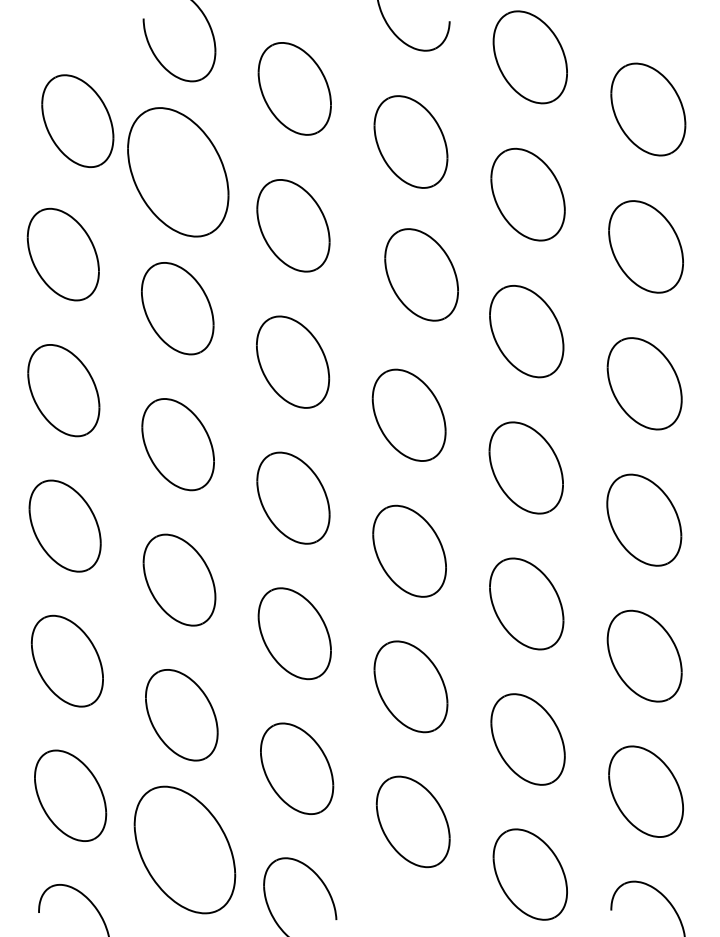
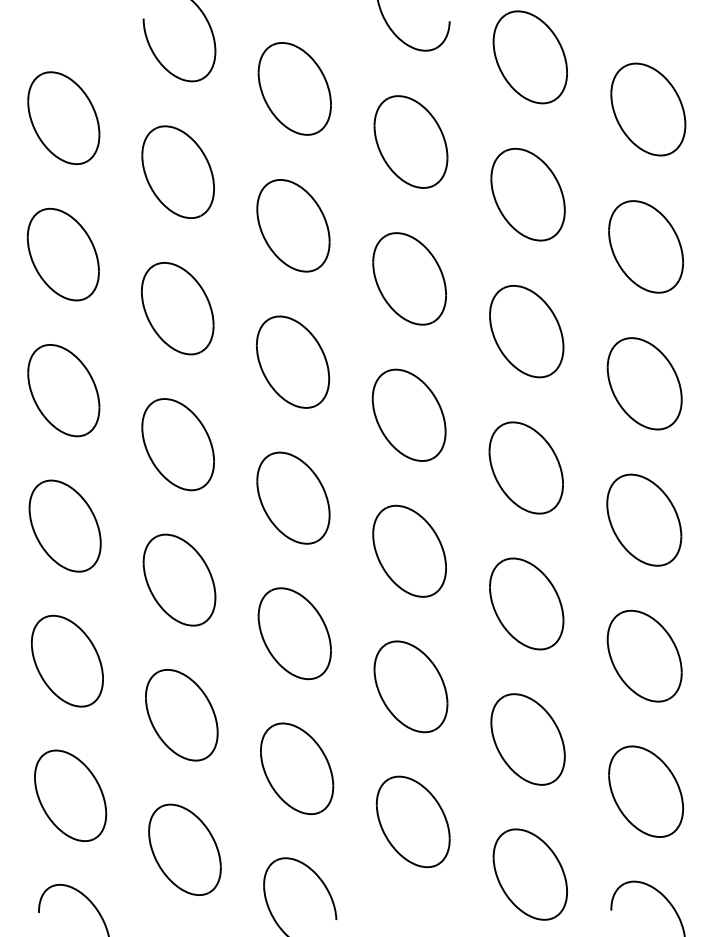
part at (77, 120) position: (77, 120) -> (63, 117)
part at (178, 172) size: 103x131 px -> 74x94 px
part at (421, 274) position: (421, 274) -> (409, 278)
part at (184, 849) size: 104x130 px -> 74x93 px
